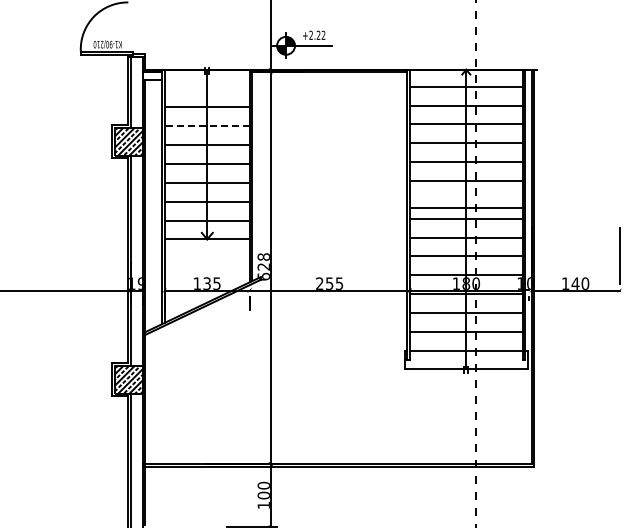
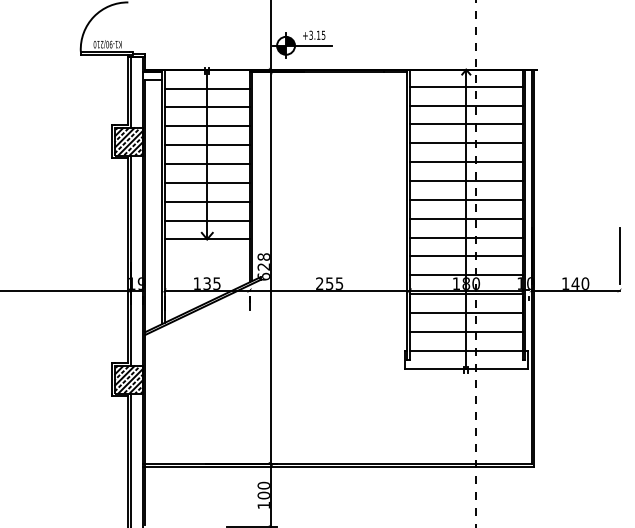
text at (317, 34): +2.22 -> +3.15
line at (206, 88): none -> present
line at (206, 126): dashed -> solid
line at (465, 207) position: (465, 207) -> (465, 199)
